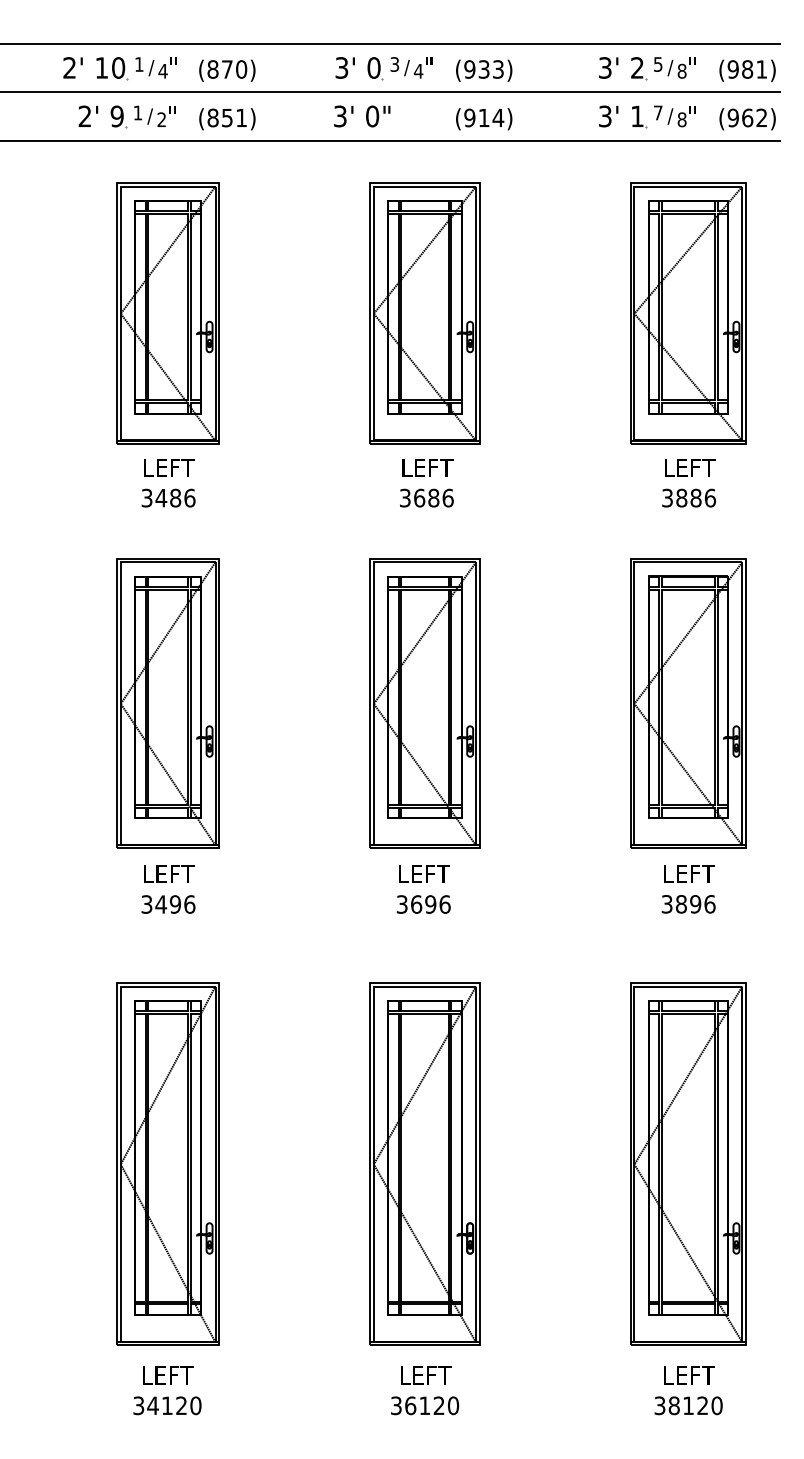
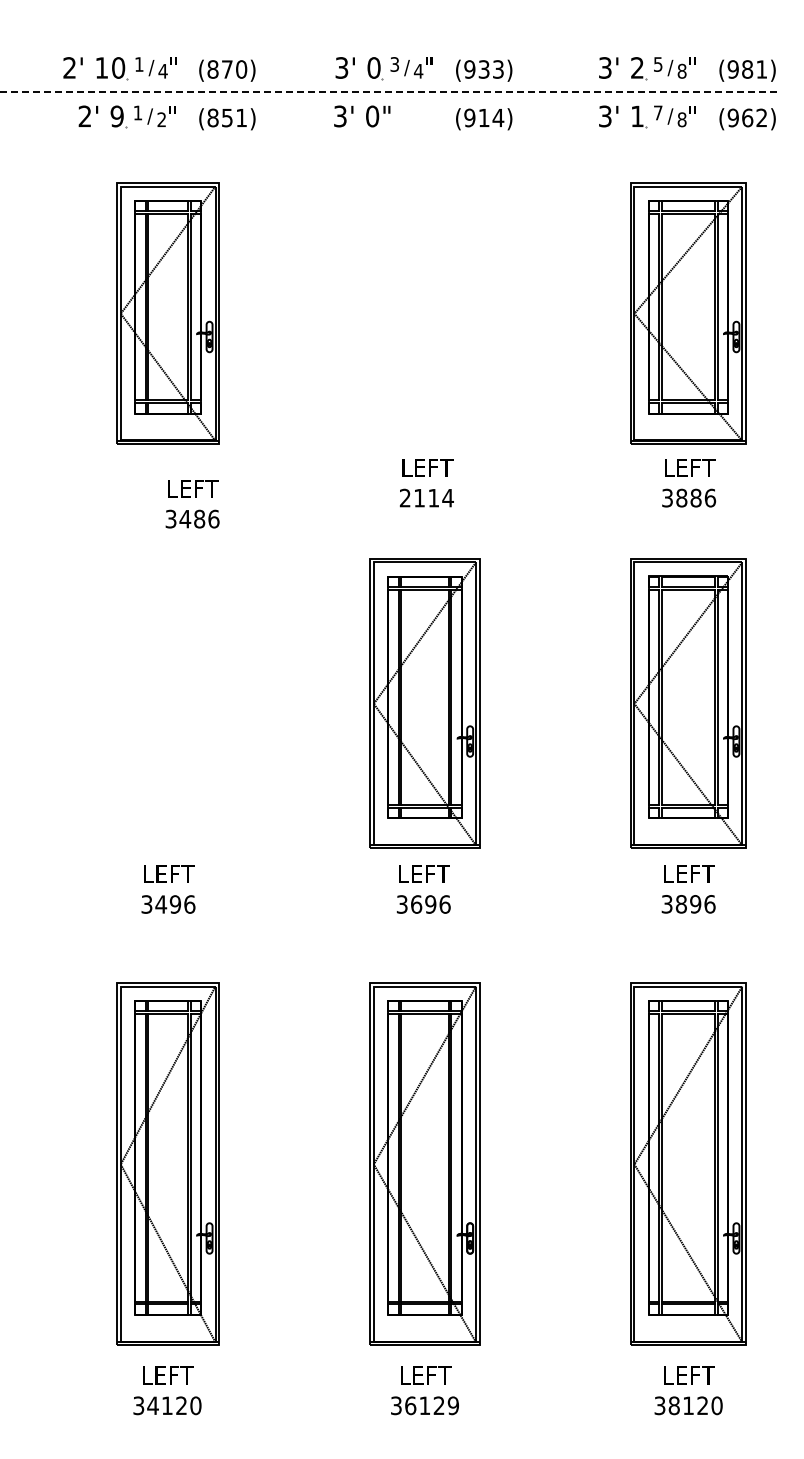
line at (390, 43): present -> none
line at (390, 92): solid -> dashed
line at (390, 140): present -> none
part at (424, 313): present -> none
text at (168, 483) position: (168, 483) -> (192, 504)
text at (426, 497): 3686 -> 2114
part at (167, 703): present -> none
text at (453, 1405): 36120 -> 36129
